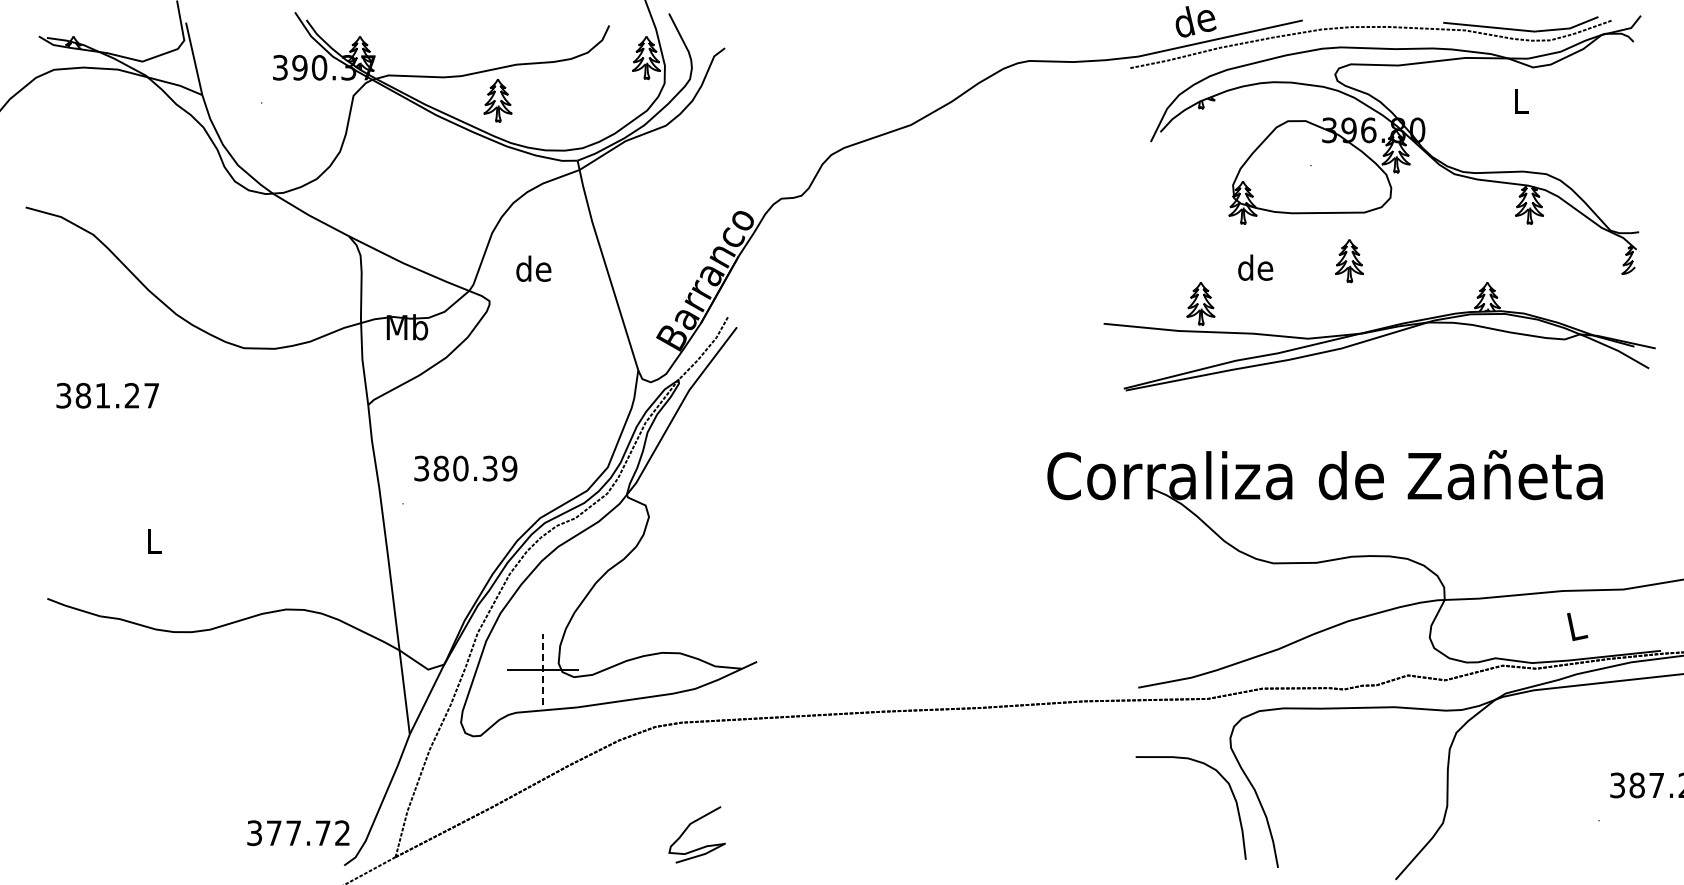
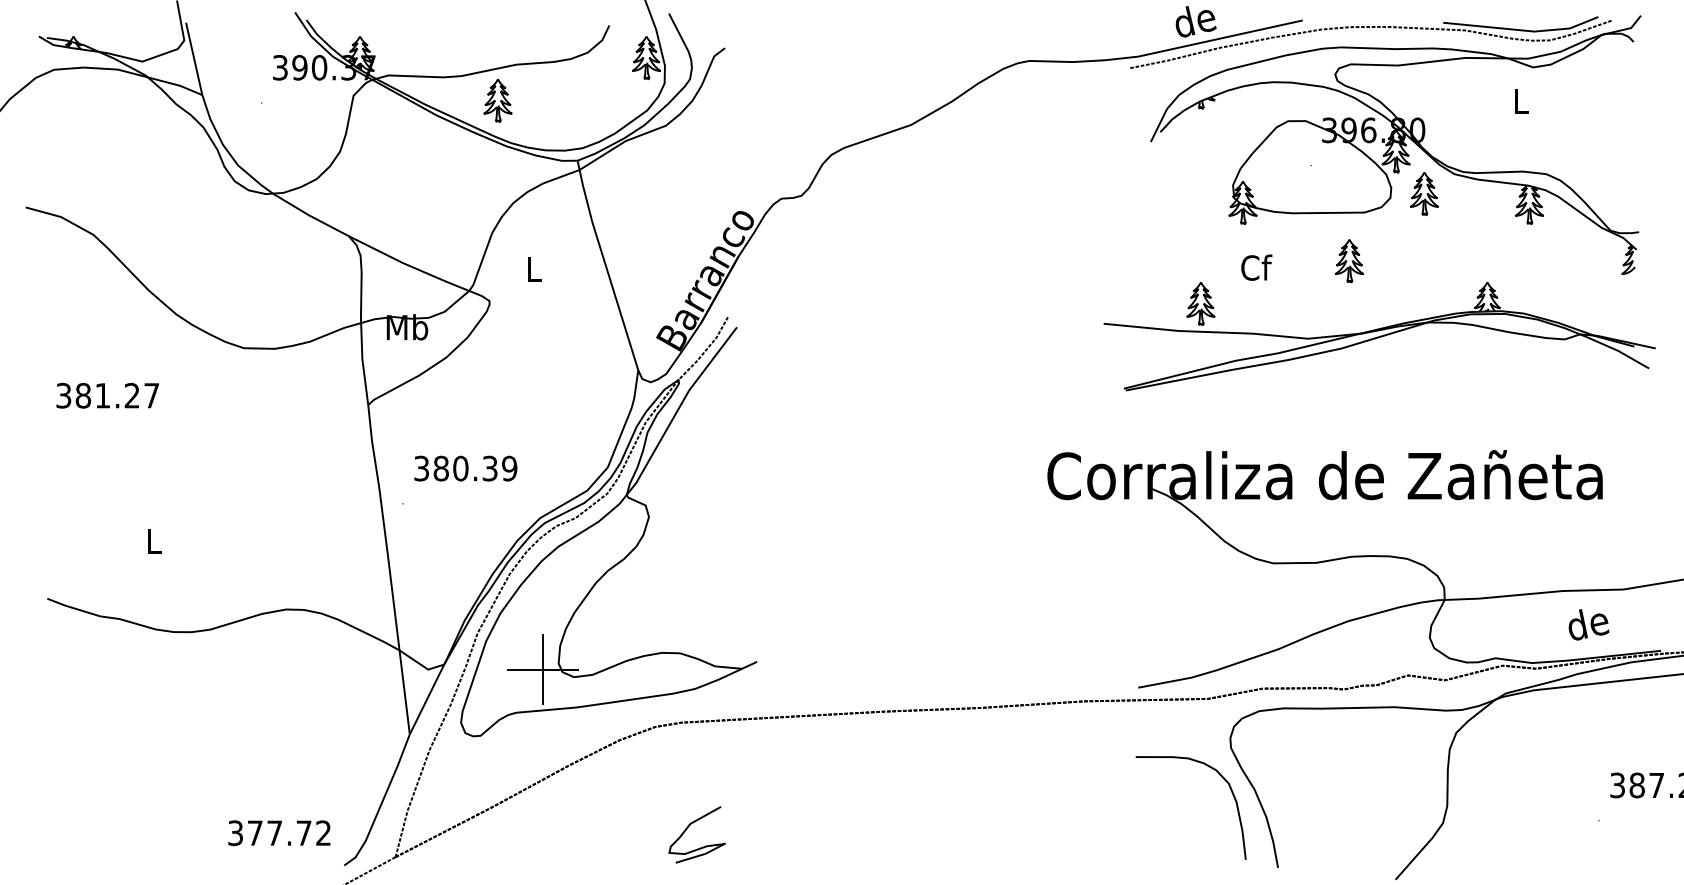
part at (1424, 193): none -> present
text at (1255, 267): de -> Cf
text at (533, 268): de -> L
text at (1588, 625): L -> de
line at (542, 669): dashed -> solid
text at (298, 833) position: (298, 833) -> (279, 833)
